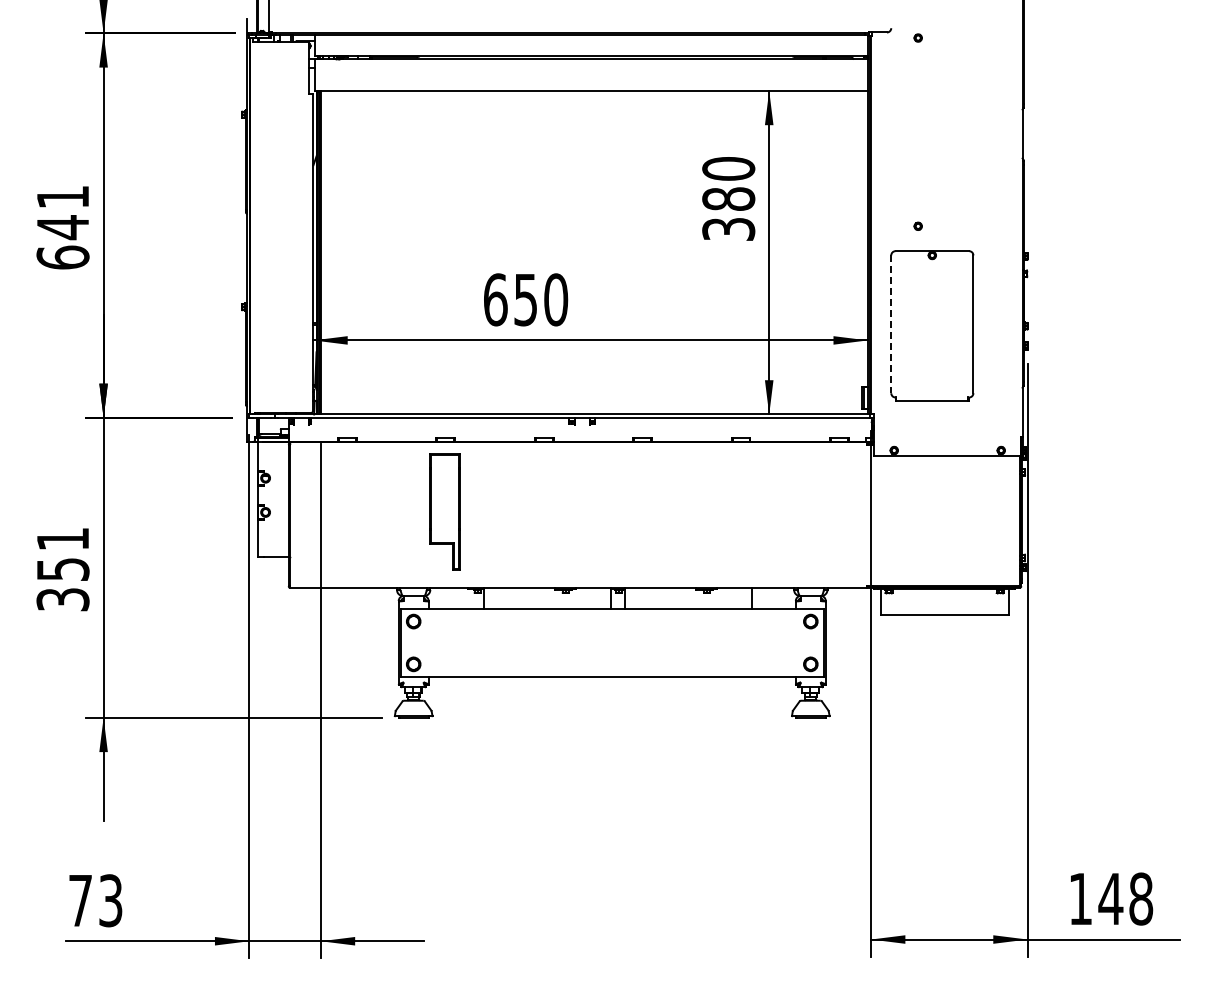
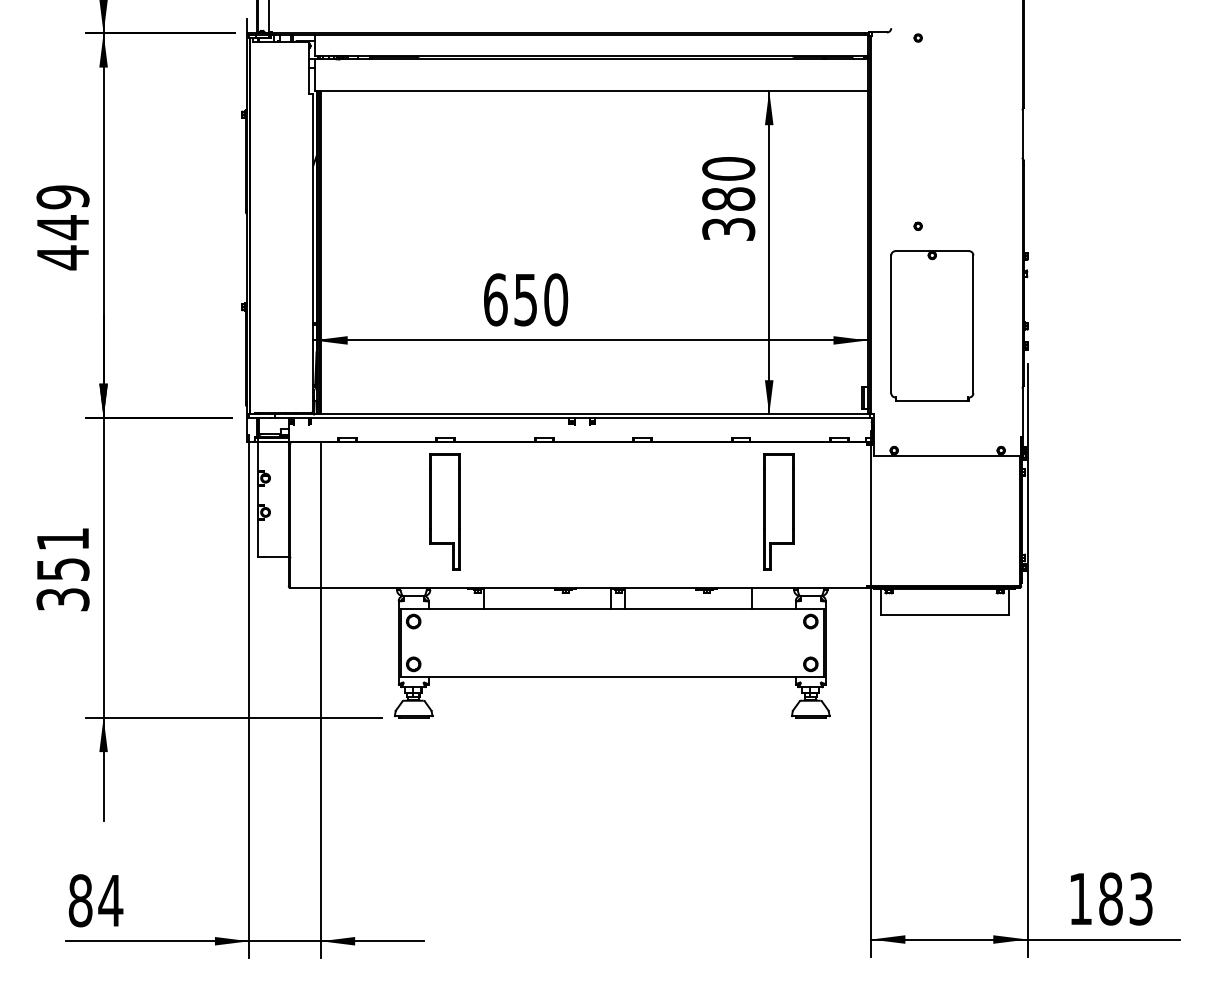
text at (62, 227): 641 -> 449
line at (891, 324): dashed -> solid
part at (778, 511): none -> present
text at (1125, 898): 148 -> 183
text at (95, 900): 73 -> 84
